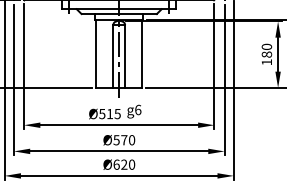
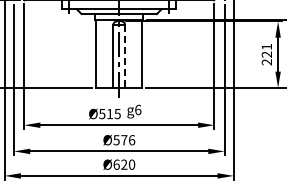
text at (266, 54): 180 -> 221
line at (125, 57): solid -> dashed
text at (132, 140): Ø570 -> Ø576
